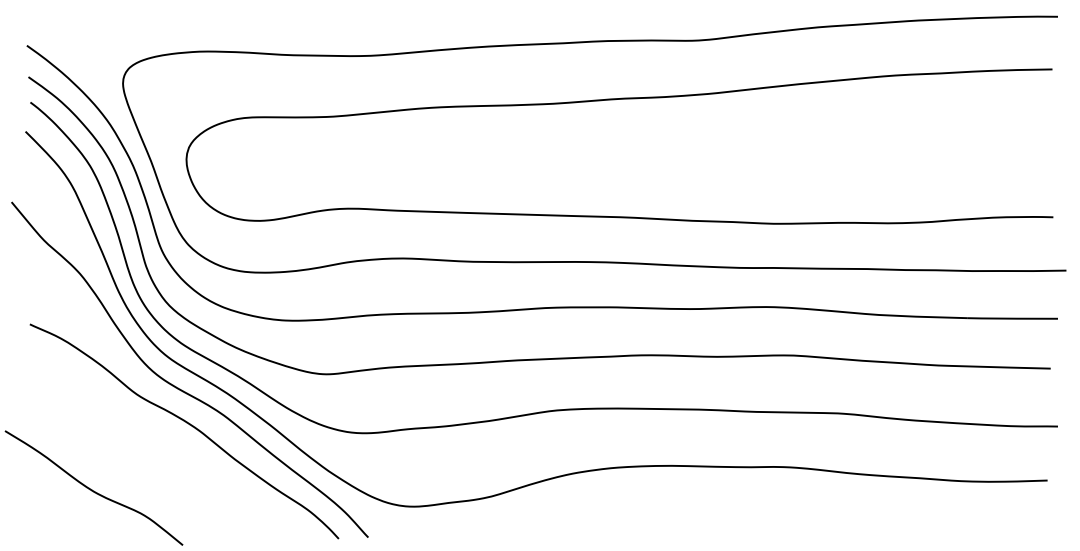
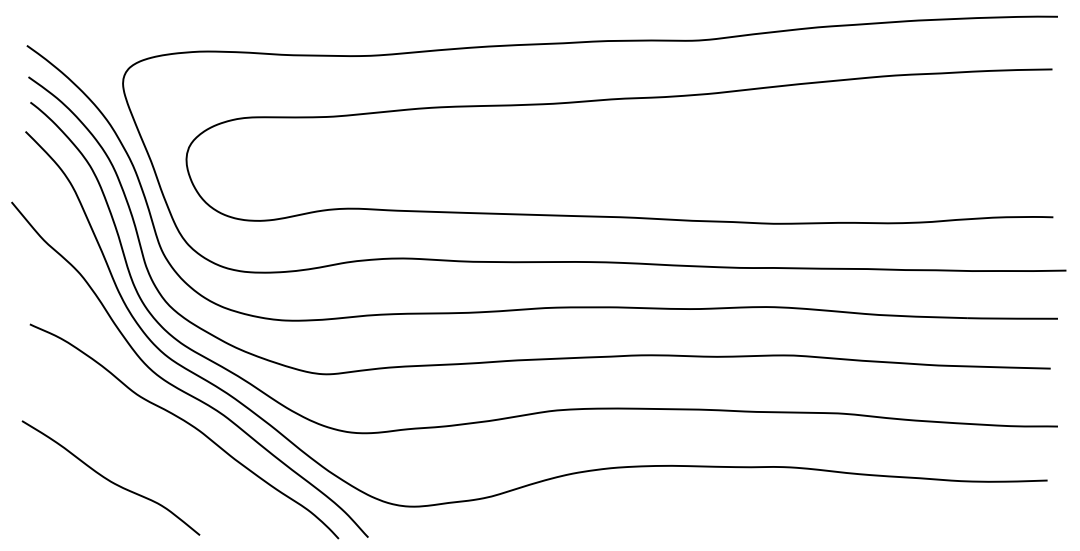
curve at (92, 489) position: (92, 489) -> (109, 479)
